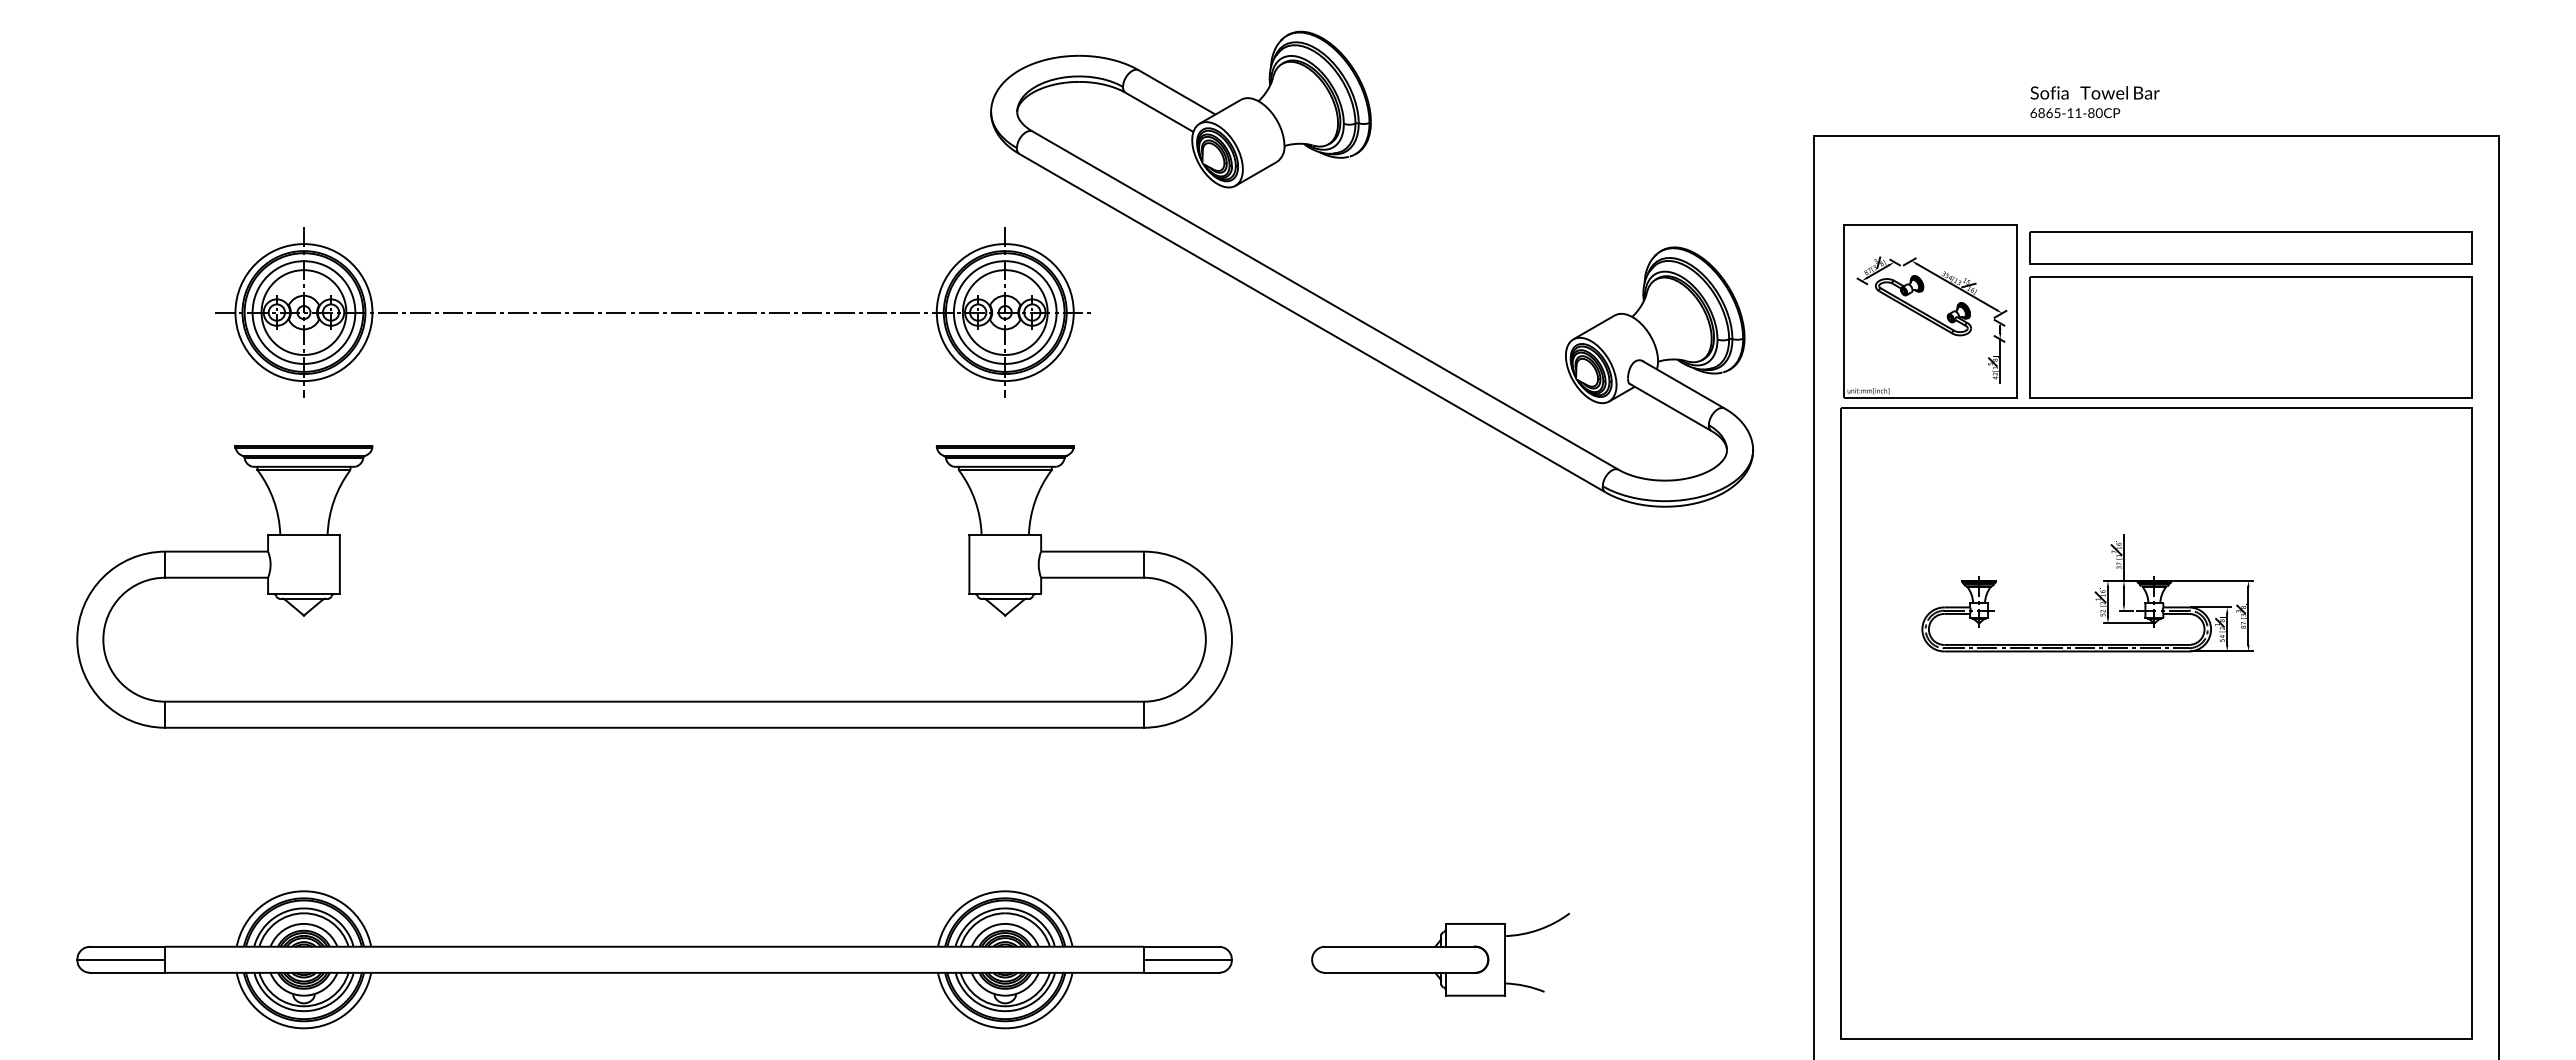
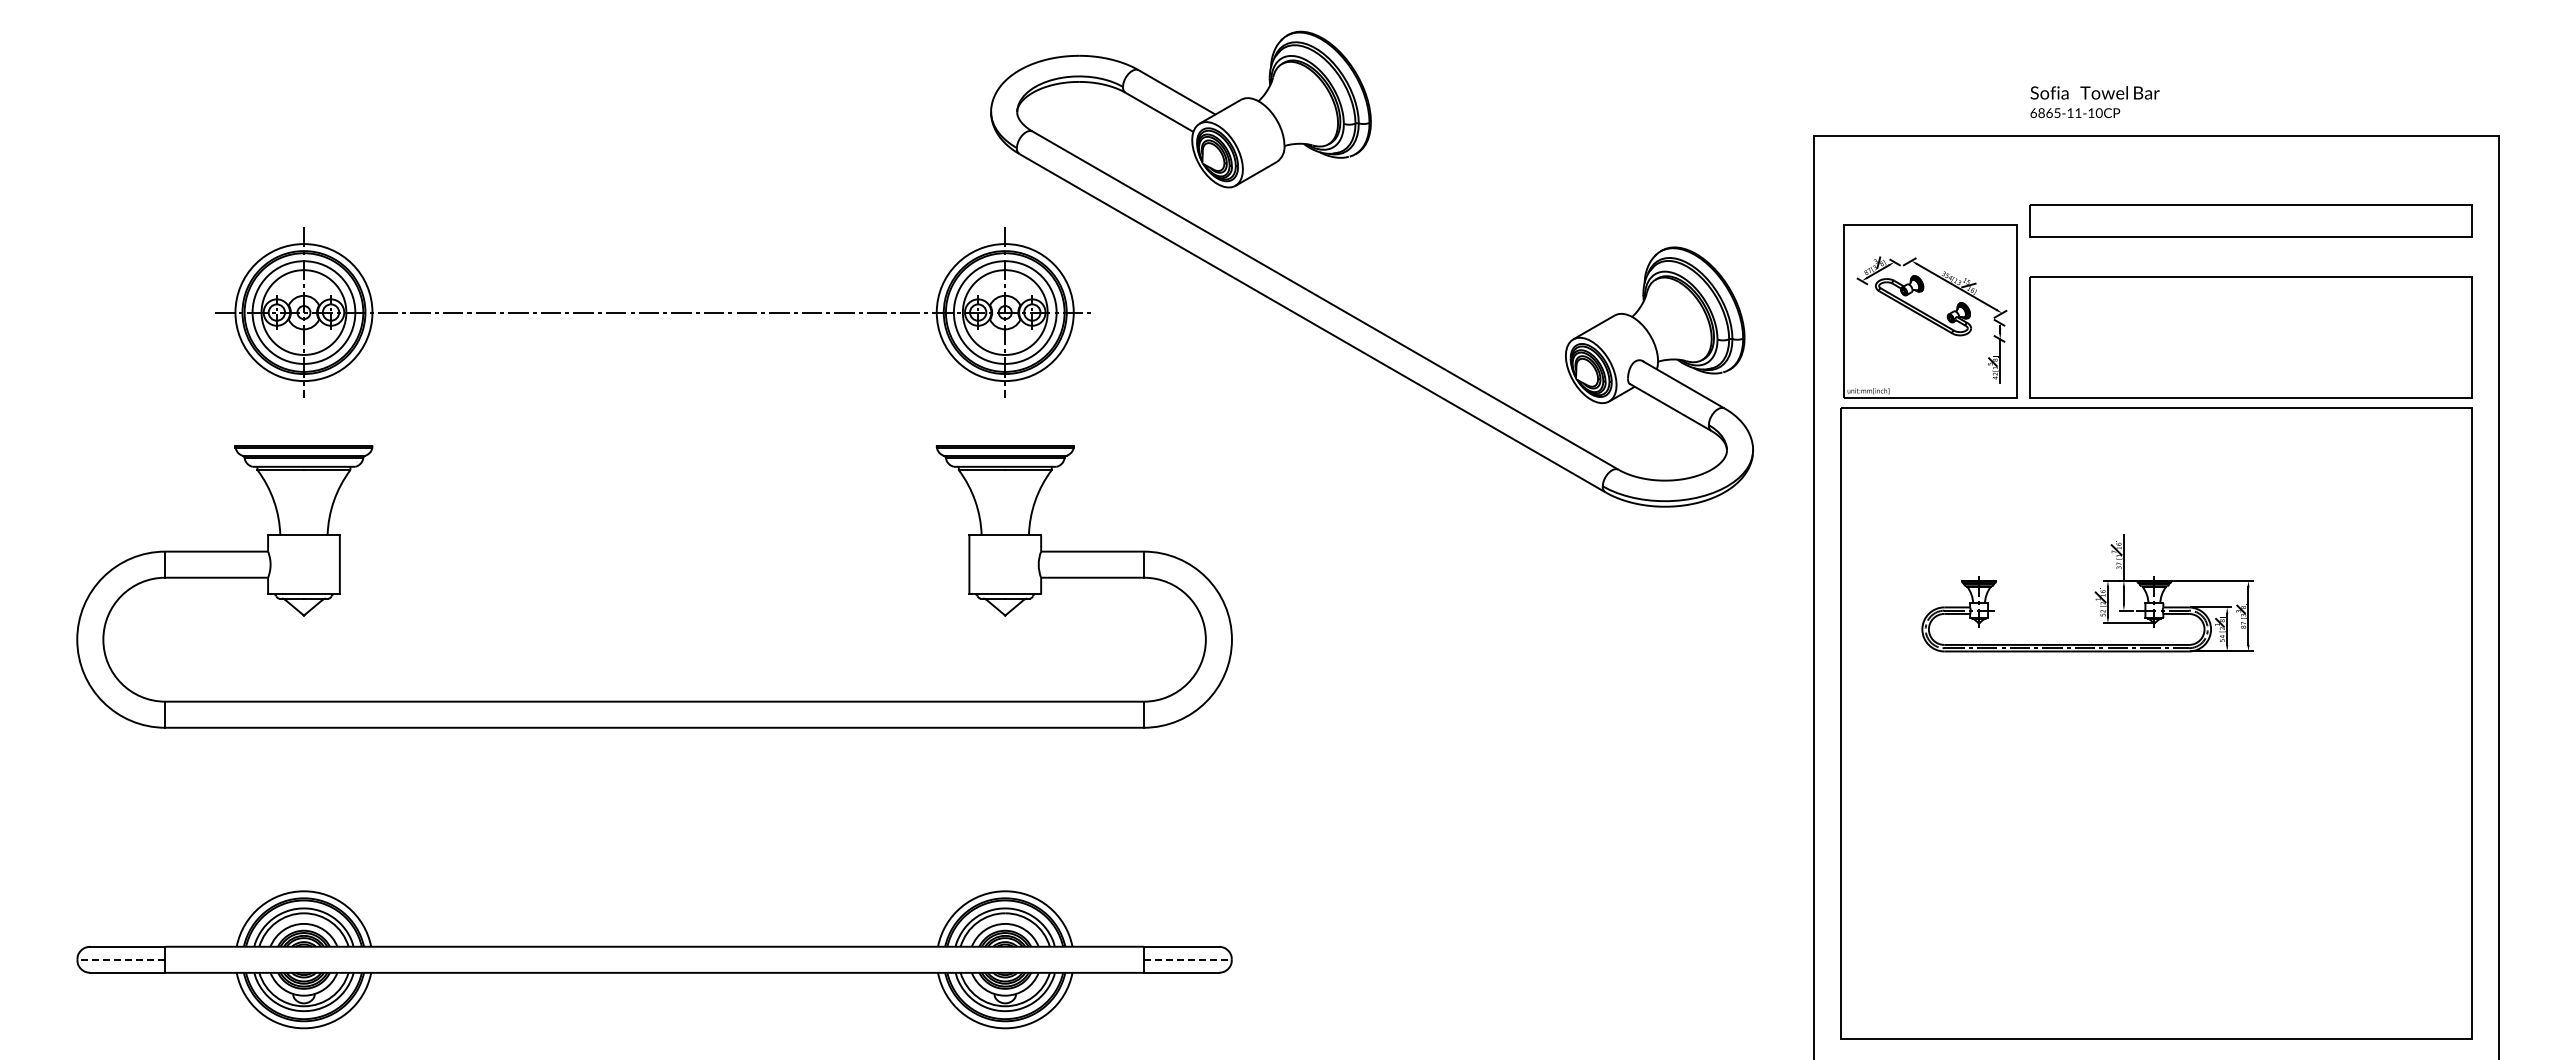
text at (2091, 112): 6865-11-80CP -> 6865-11-10CP
part at (2250, 247) position: (2250, 247) -> (2250, 220)
part at (1440, 954): present -> none
line at (120, 959): solid -> dashed
line at (1188, 959): solid -> dashed
